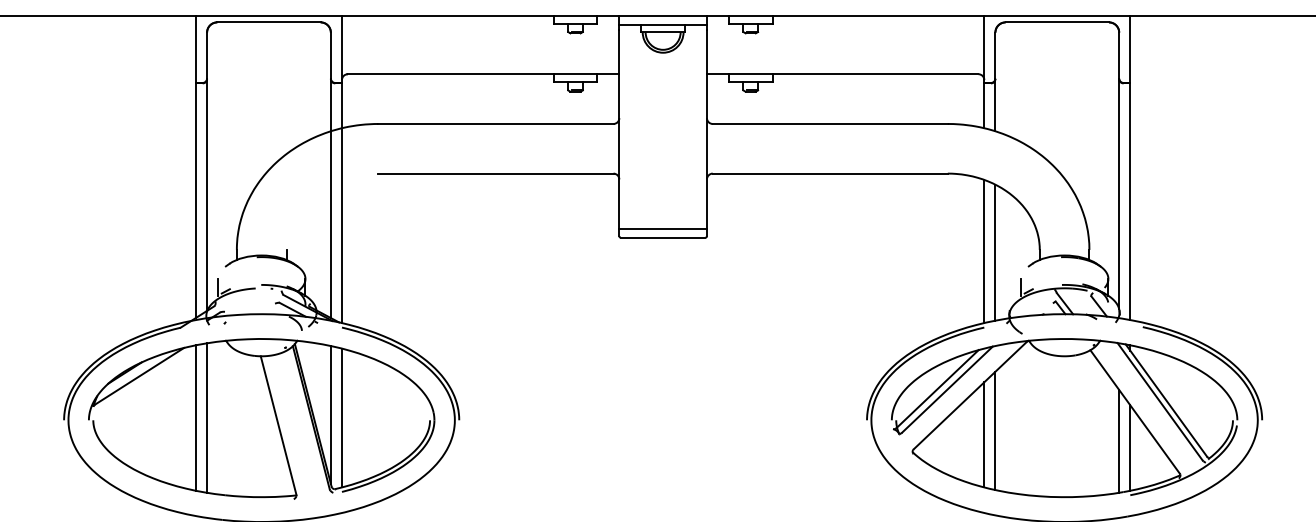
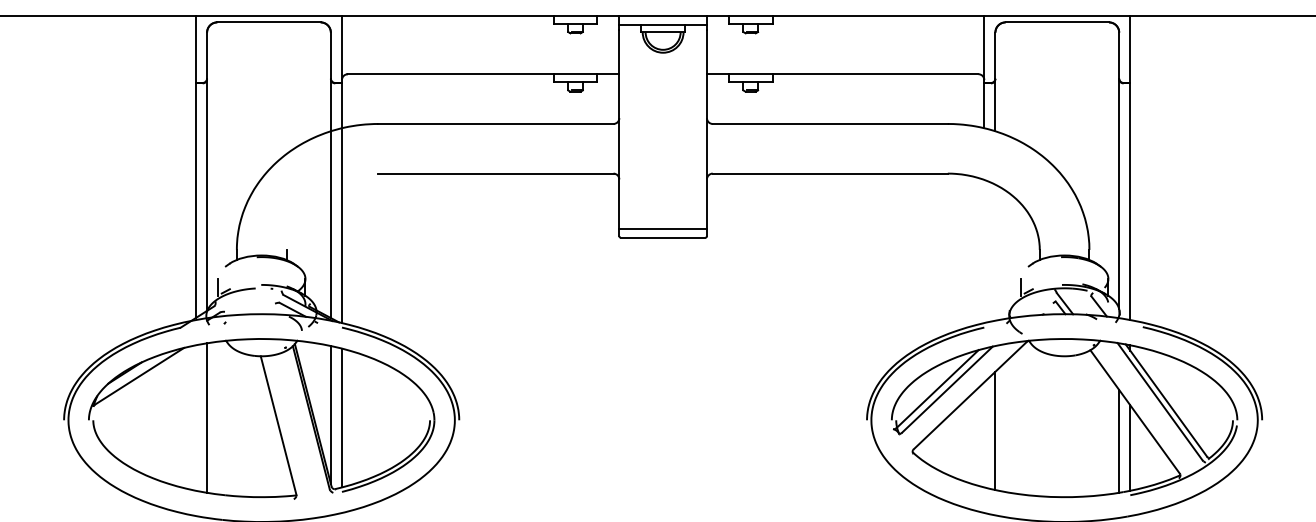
line at (984, 251): present -> none
line at (995, 252): present -> none
line at (195, 417): present -> none
line at (984, 434): present -> none
